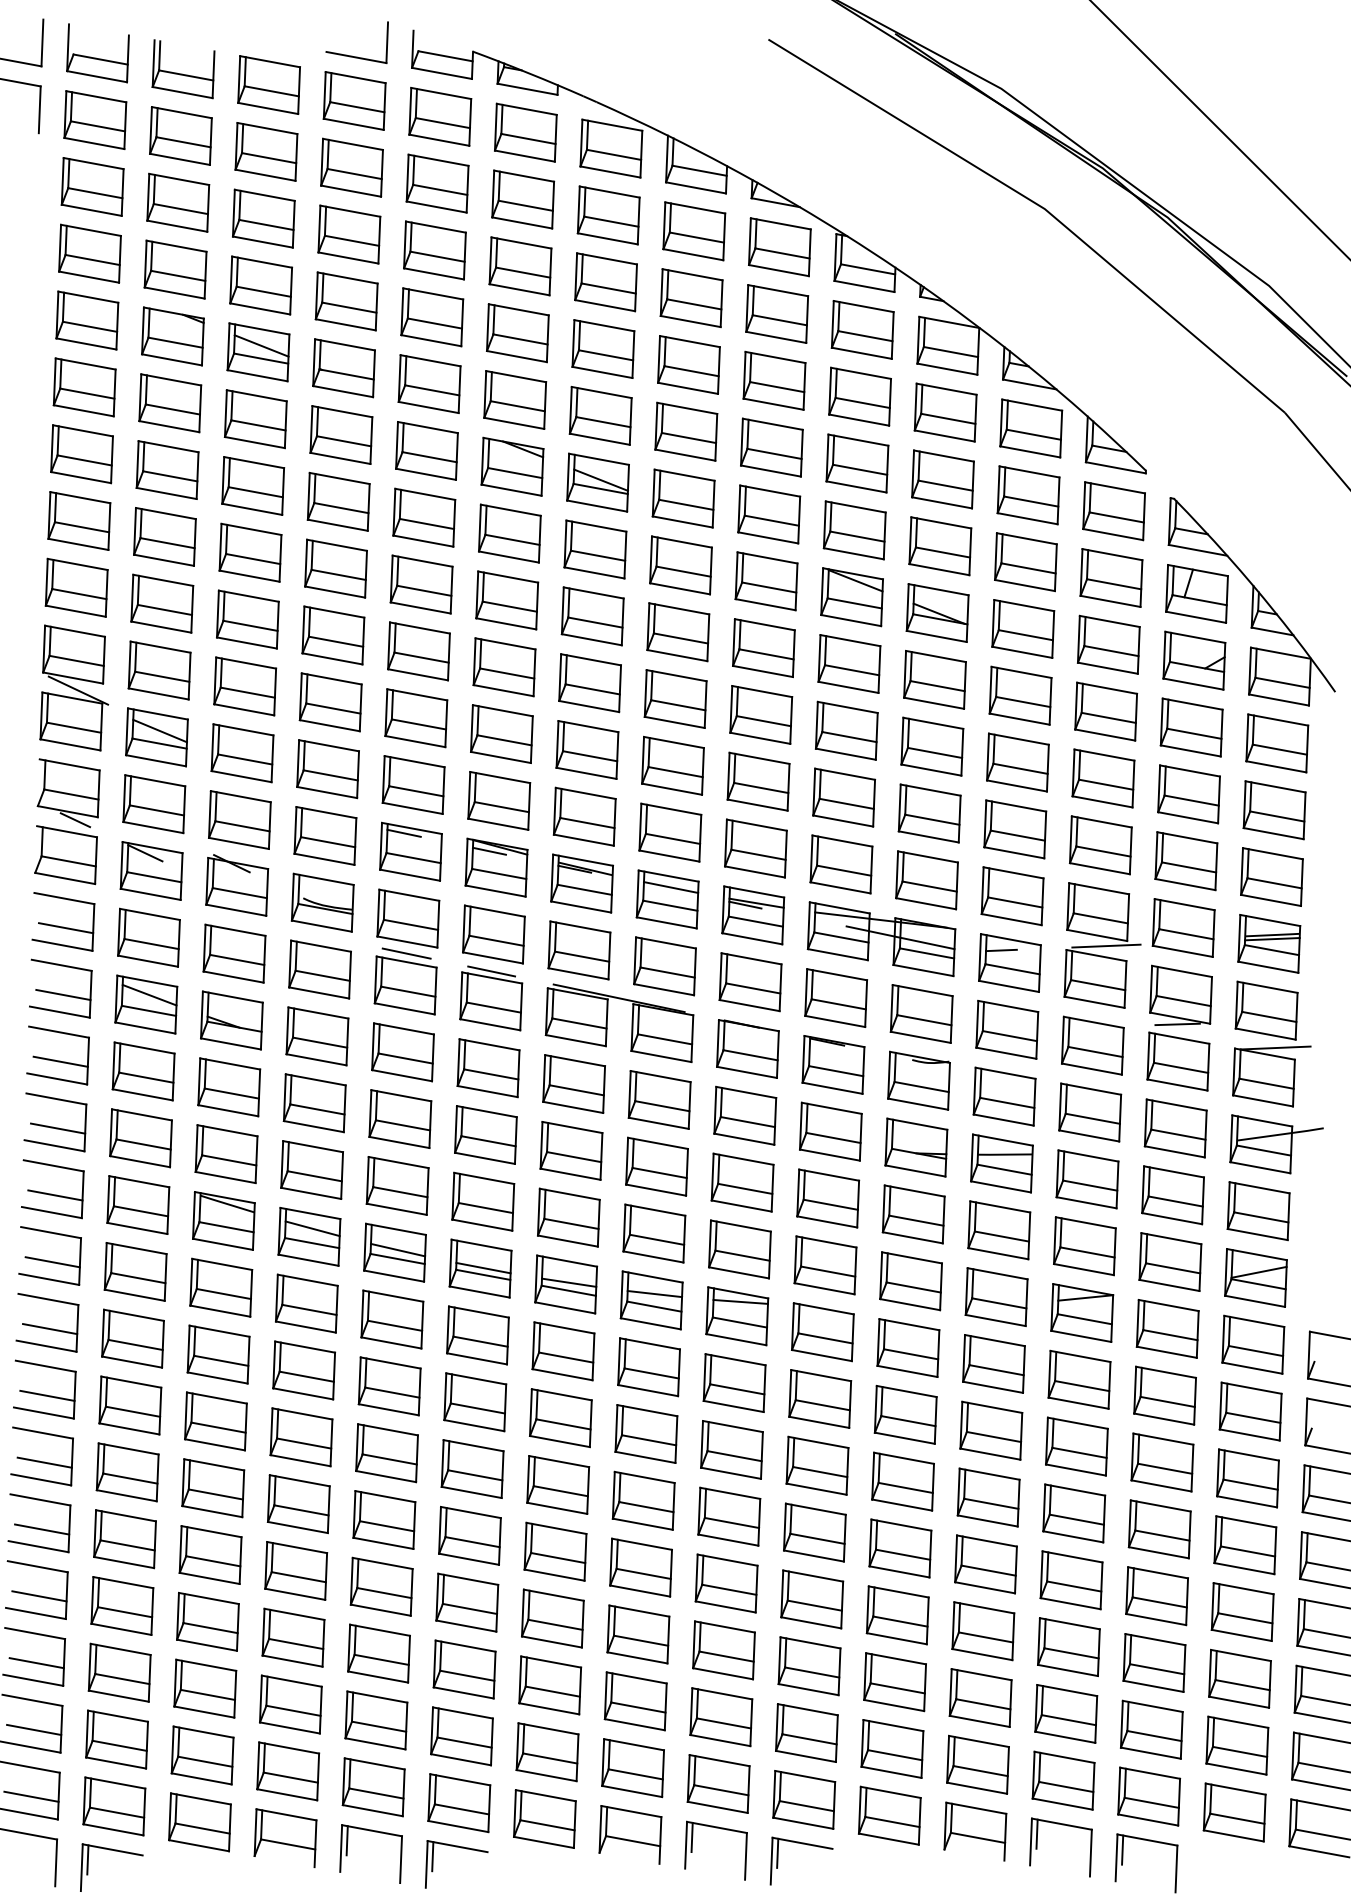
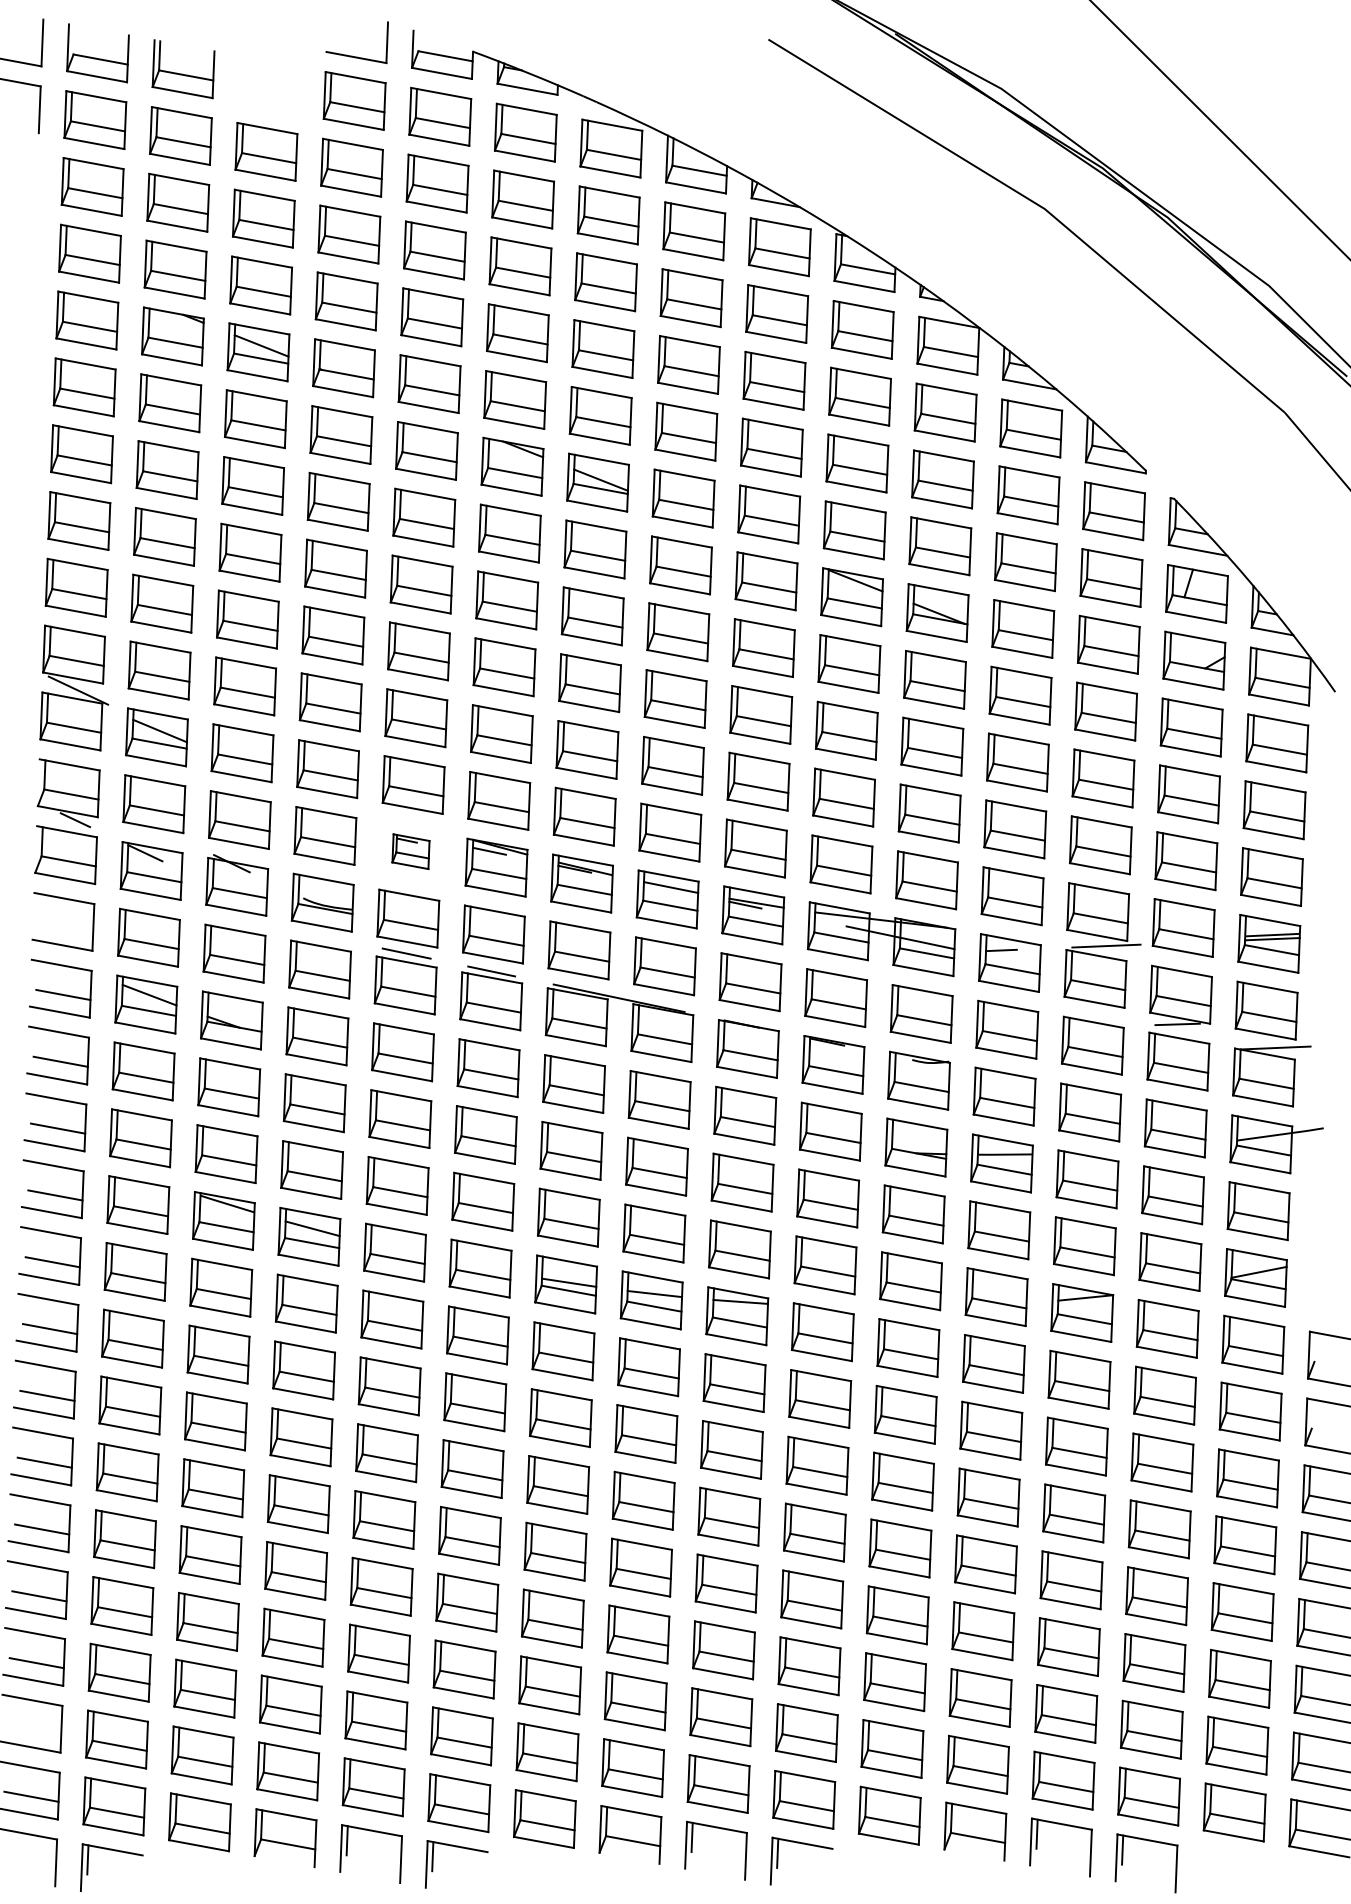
part at (268, 84): present -> none
part at (410, 851) size: 64x61 px -> 40x37 px
line at (65, 928): present -> none
line at (397, 1249): present -> none
line at (483, 1267): present -> none
line at (34, 1729): present -> none
